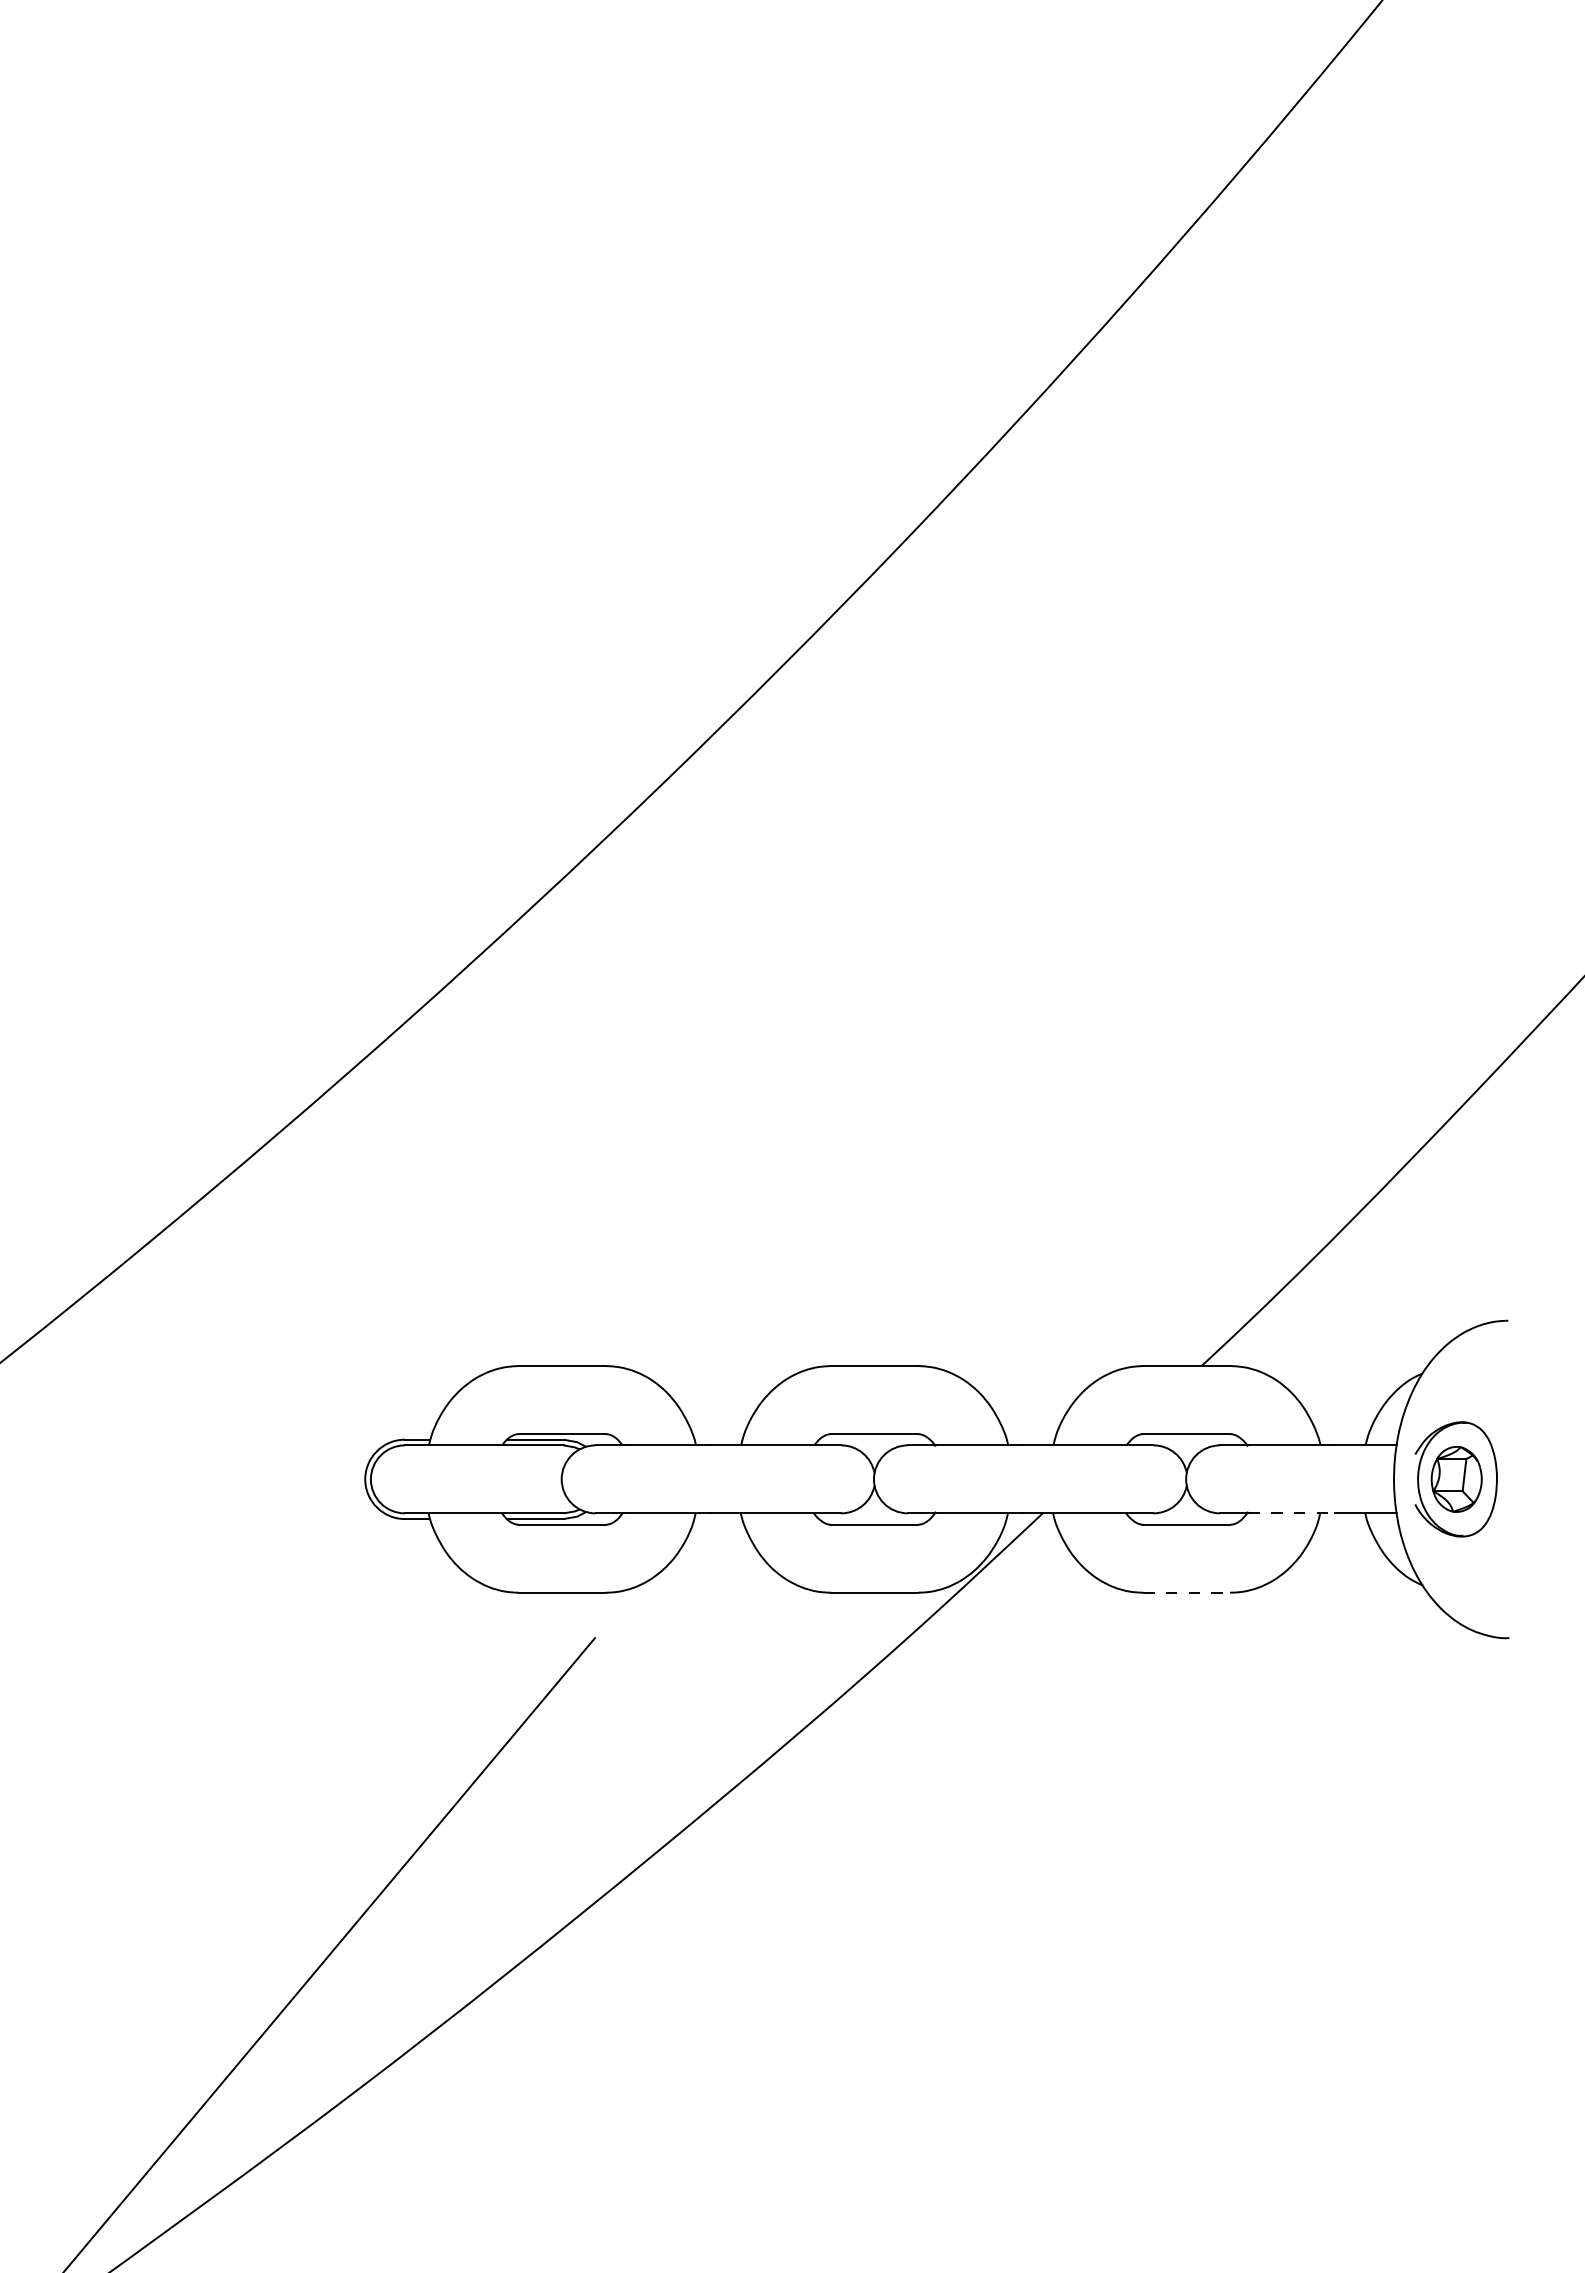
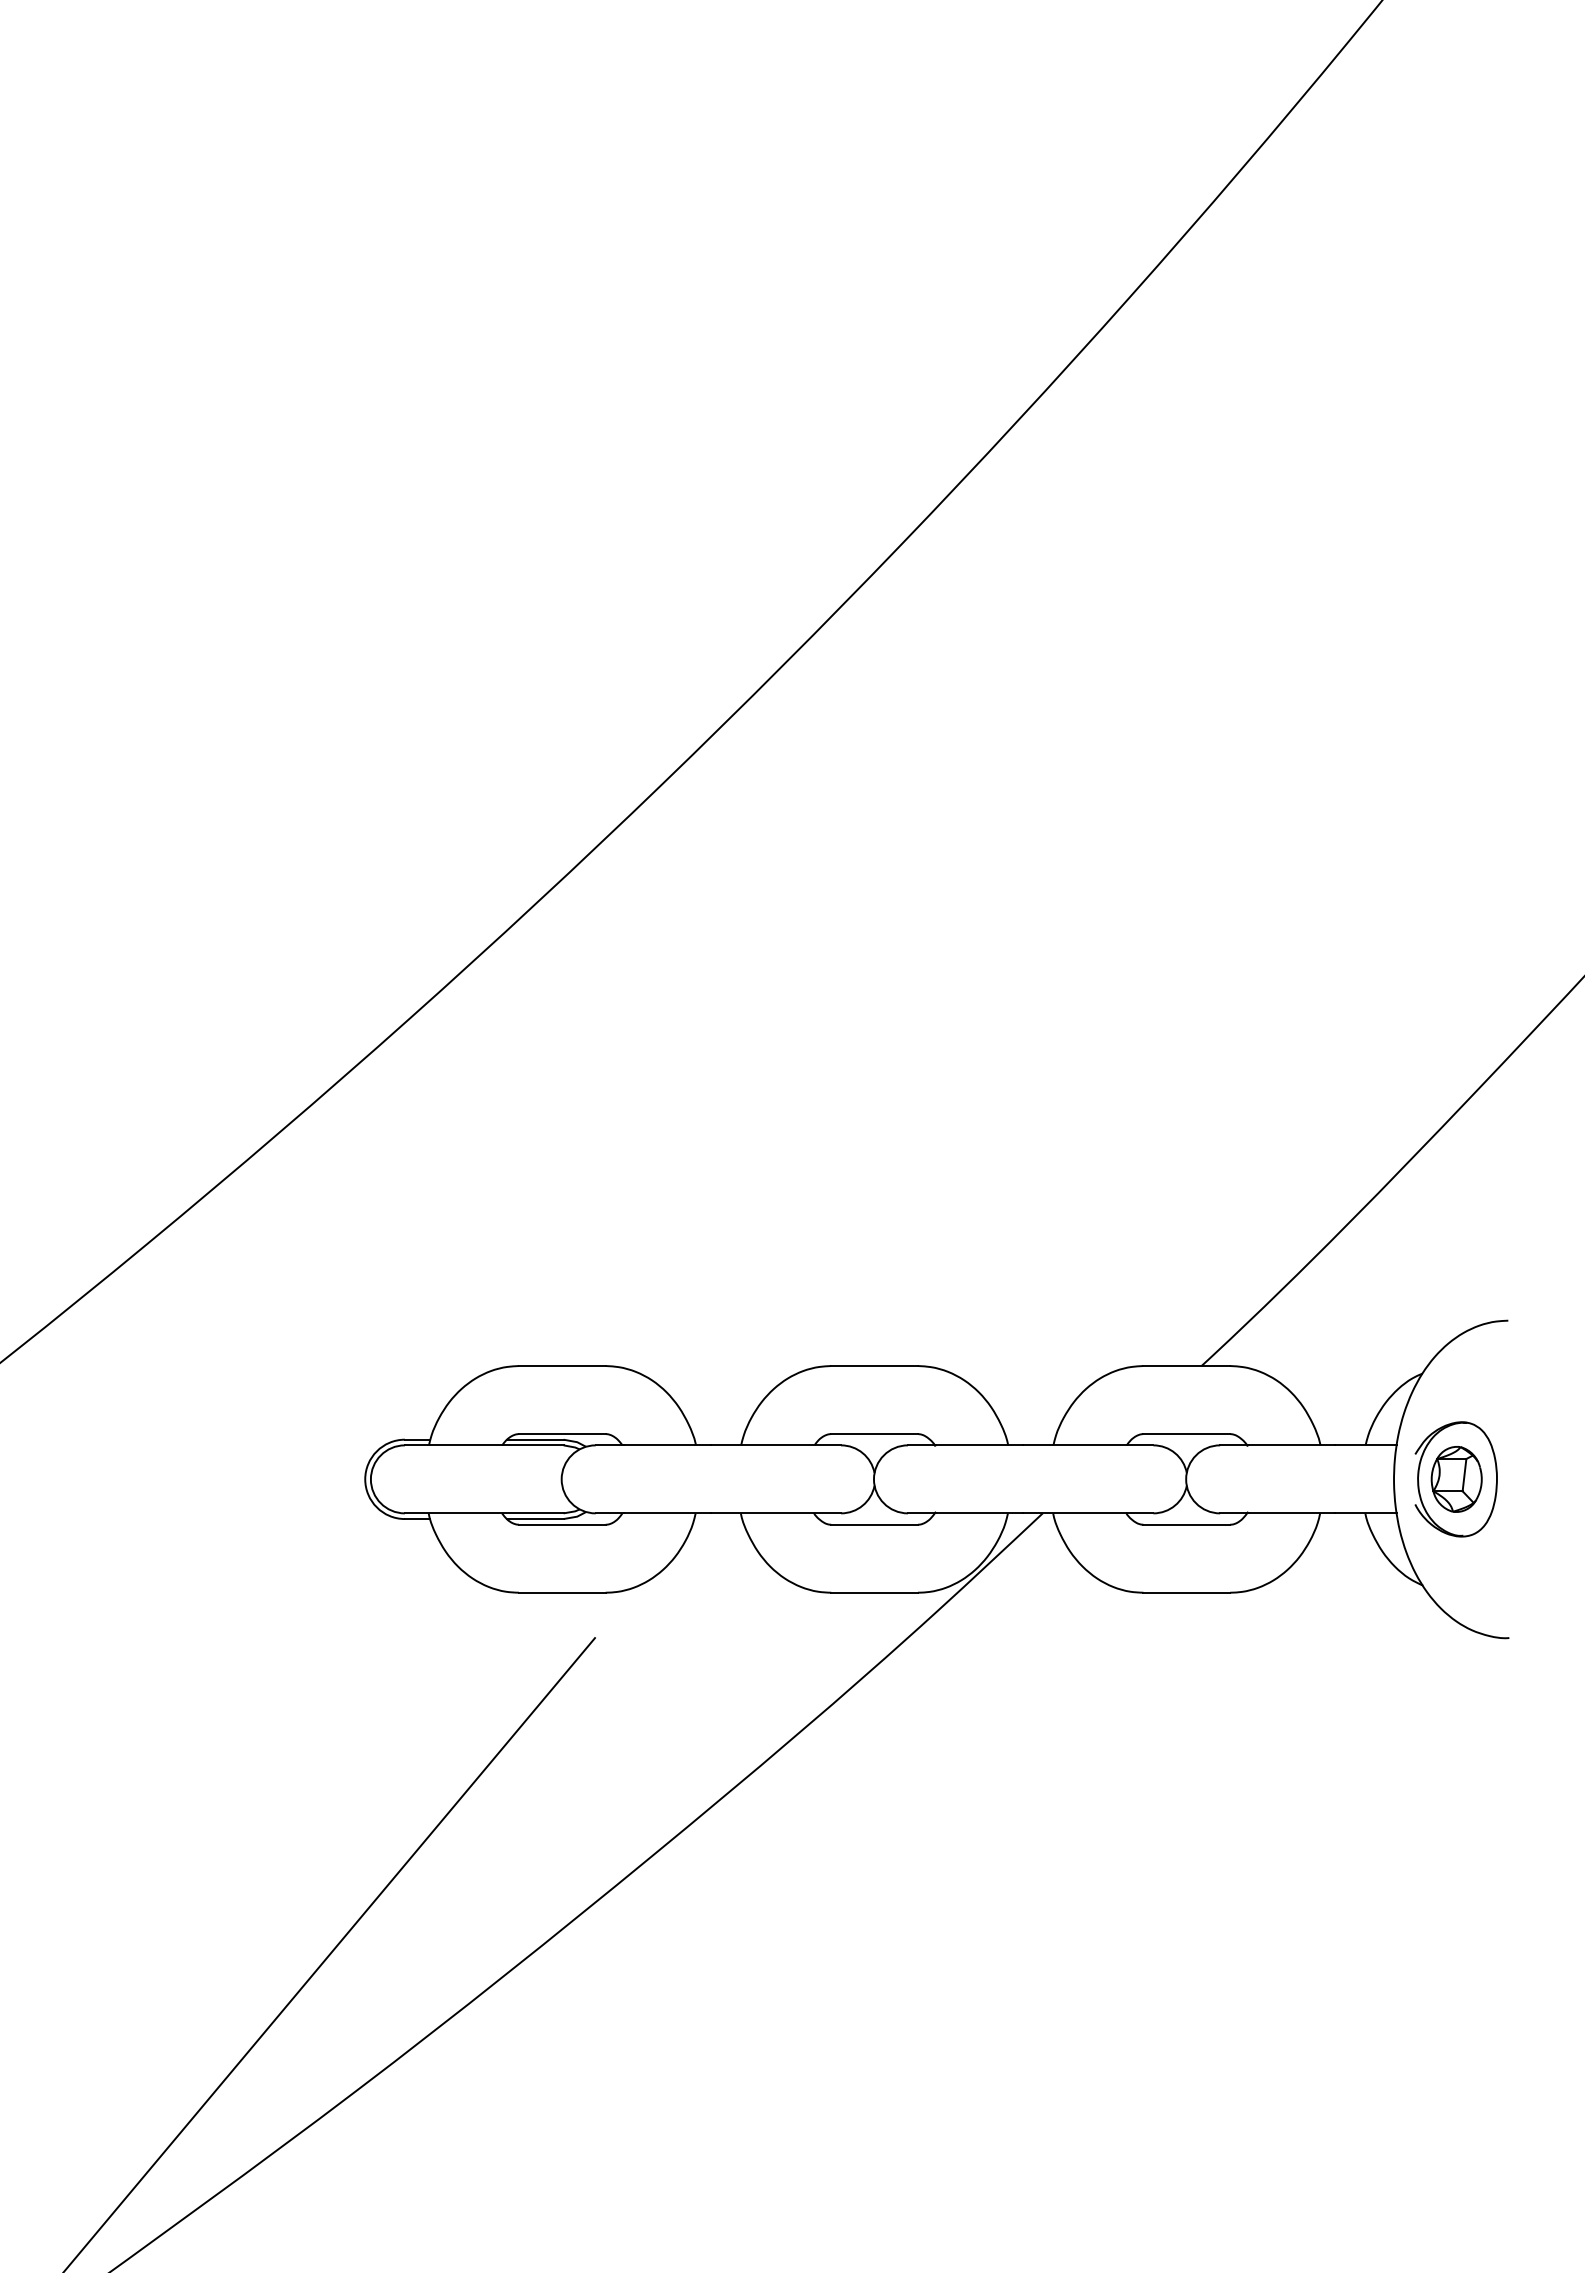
line at (1292, 1513): dashed -> solid
line at (1187, 1592): dashed -> solid
